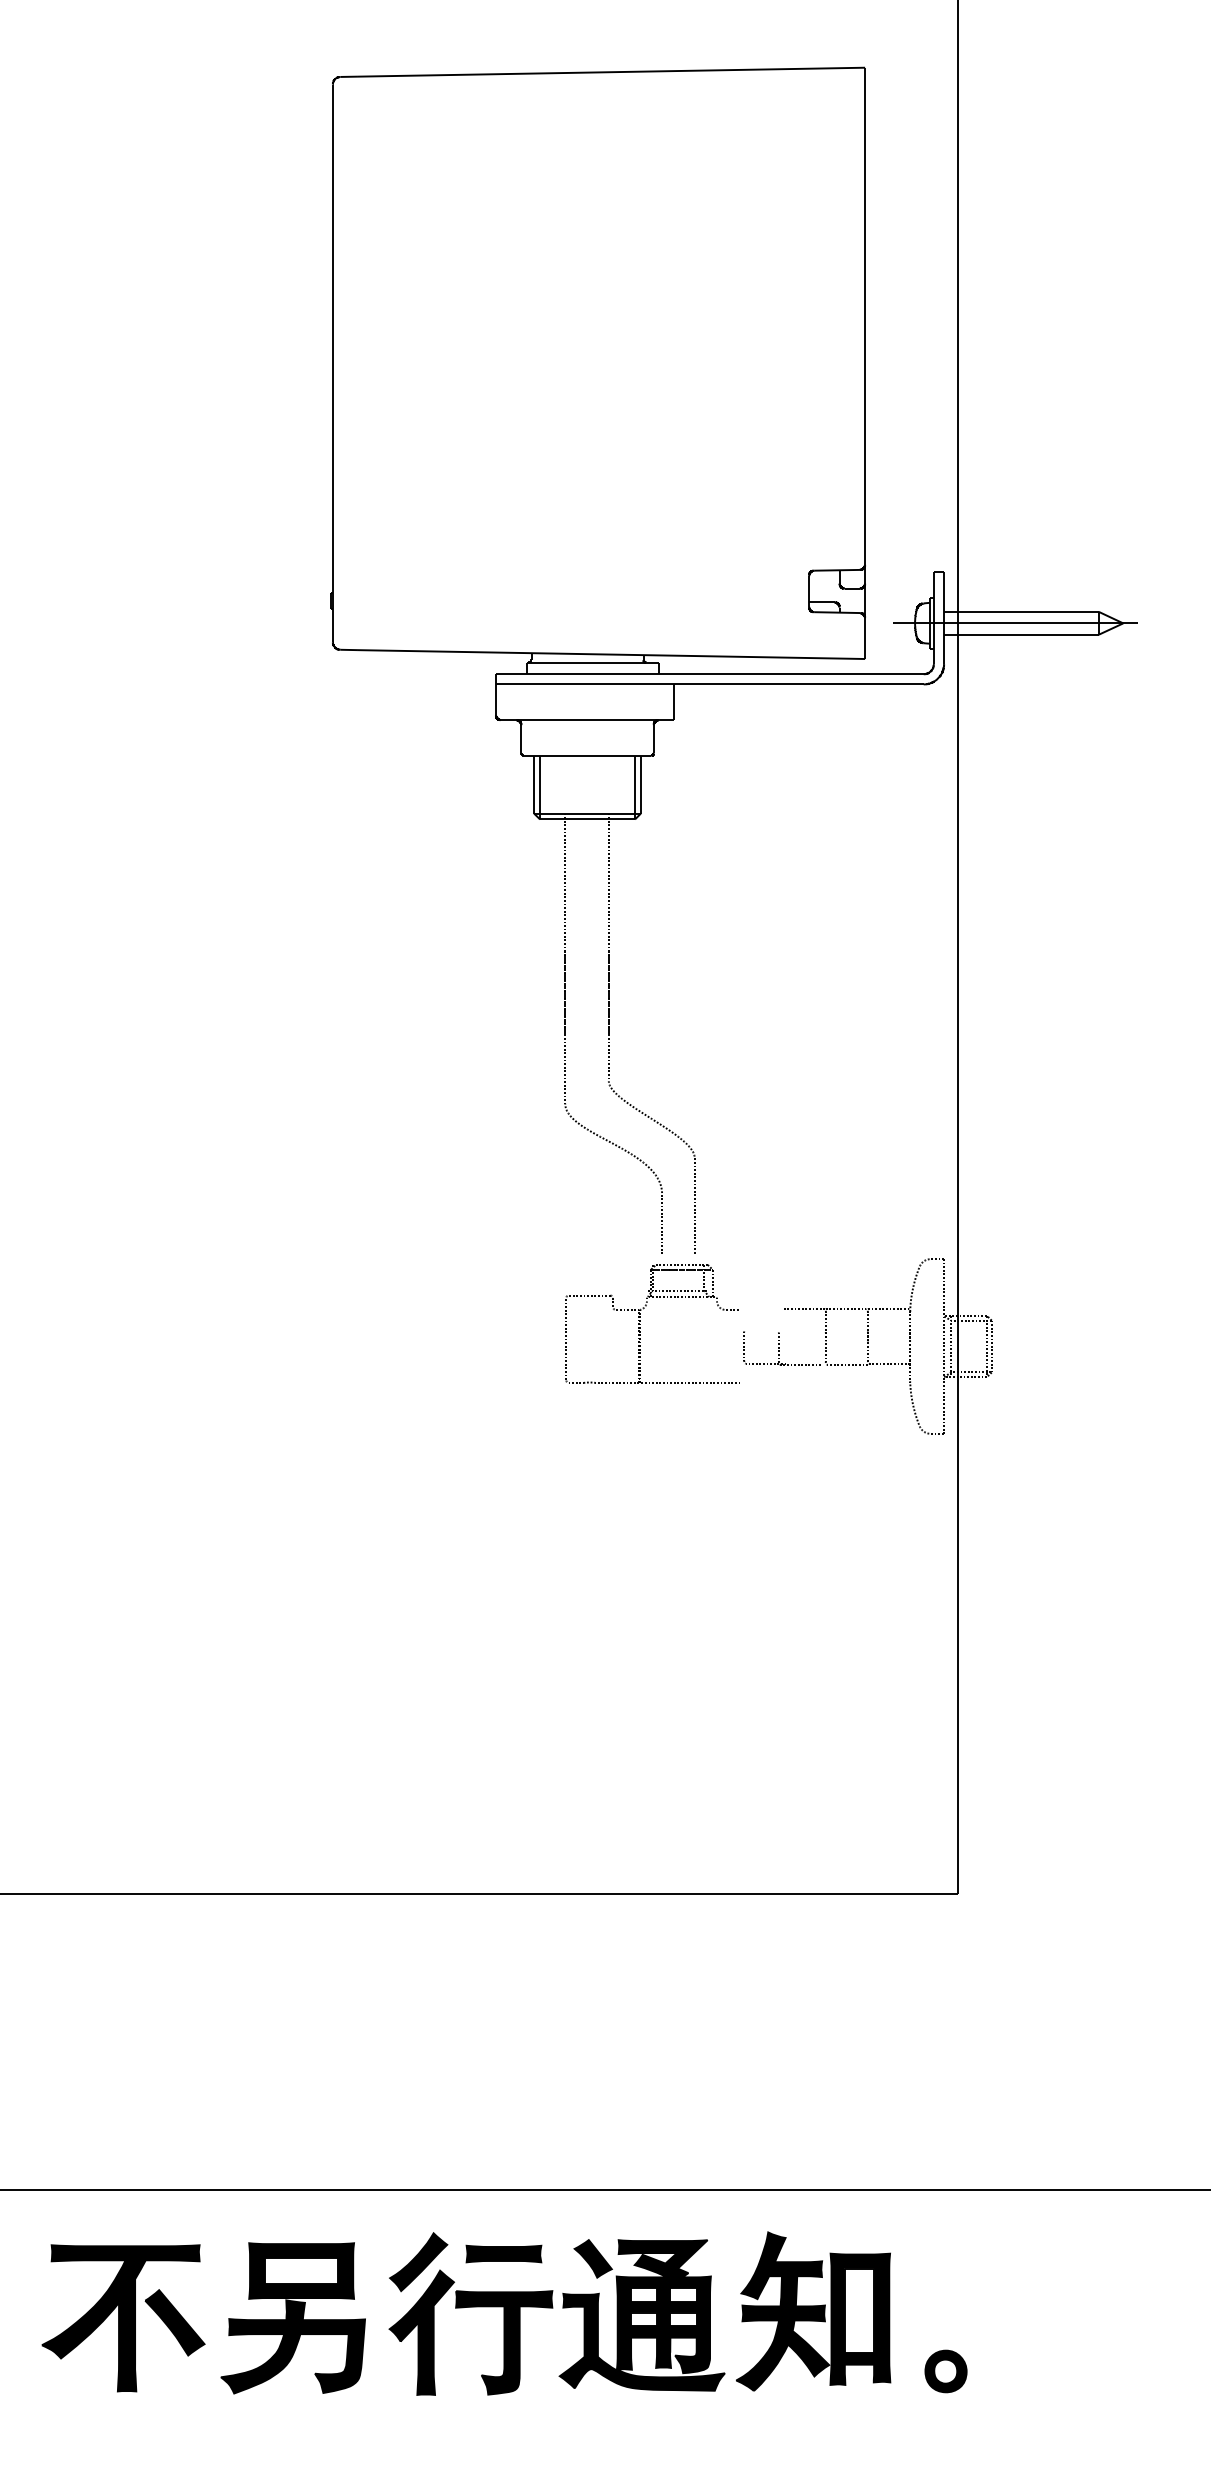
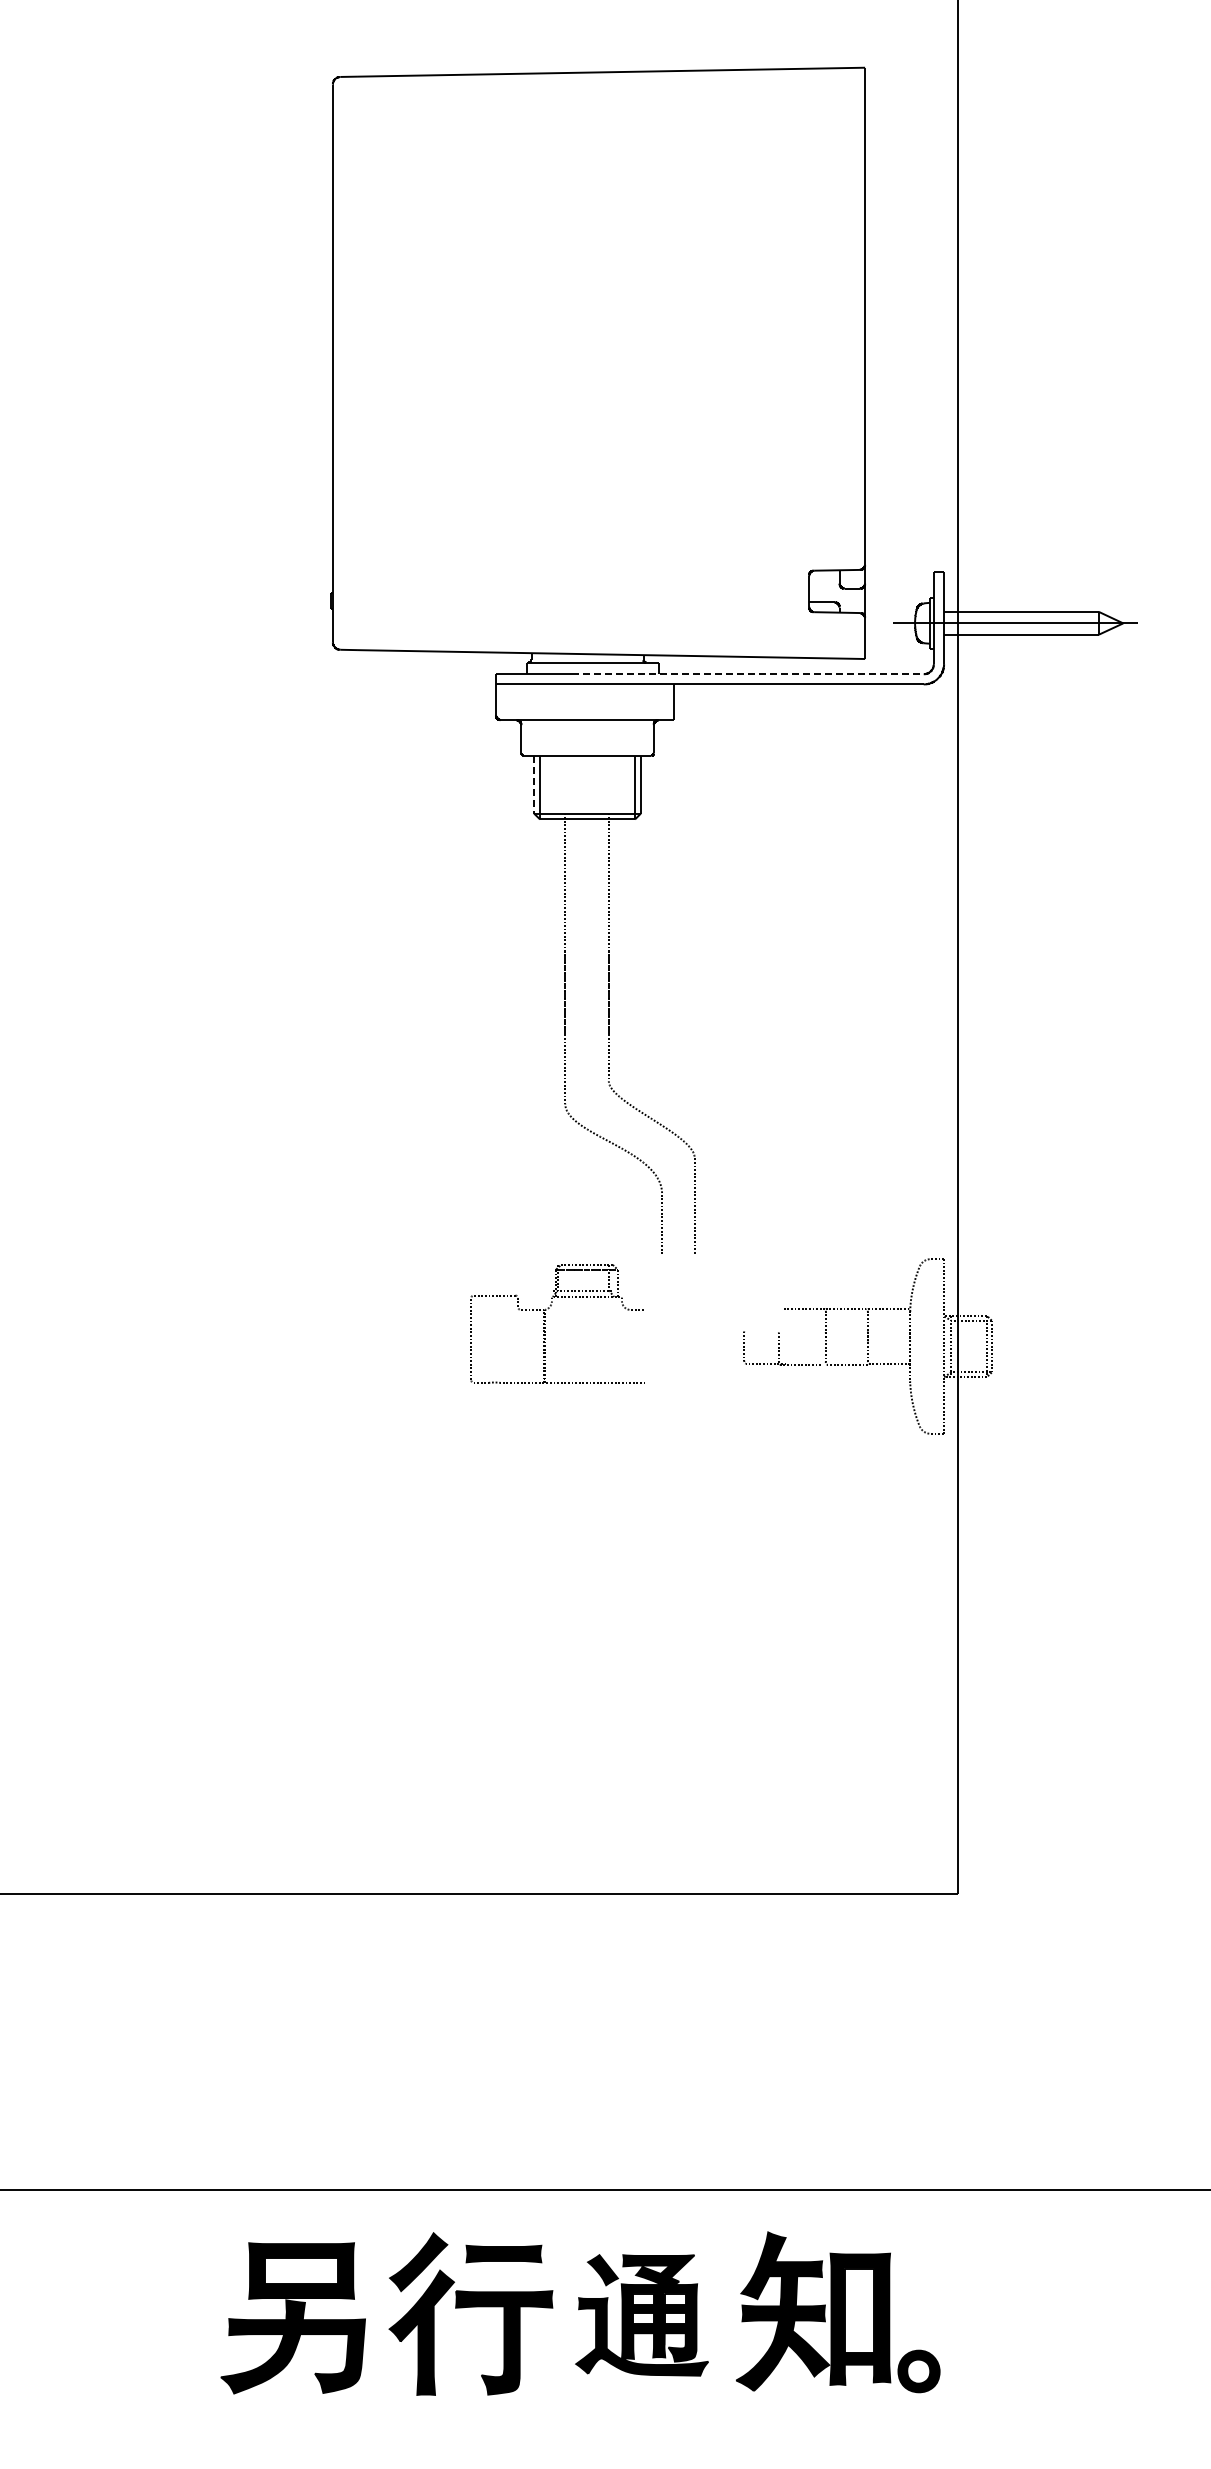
line at (748, 674): solid -> dashed
line at (534, 784): solid -> dashed
part at (640, 1324) position: (640, 1324) -> (545, 1324)
part at (641, 2315) size: 168x153 px -> 134x123 px
part at (123, 2318): present -> none
part at (945, 2371) position: (945, 2371) -> (918, 2371)
